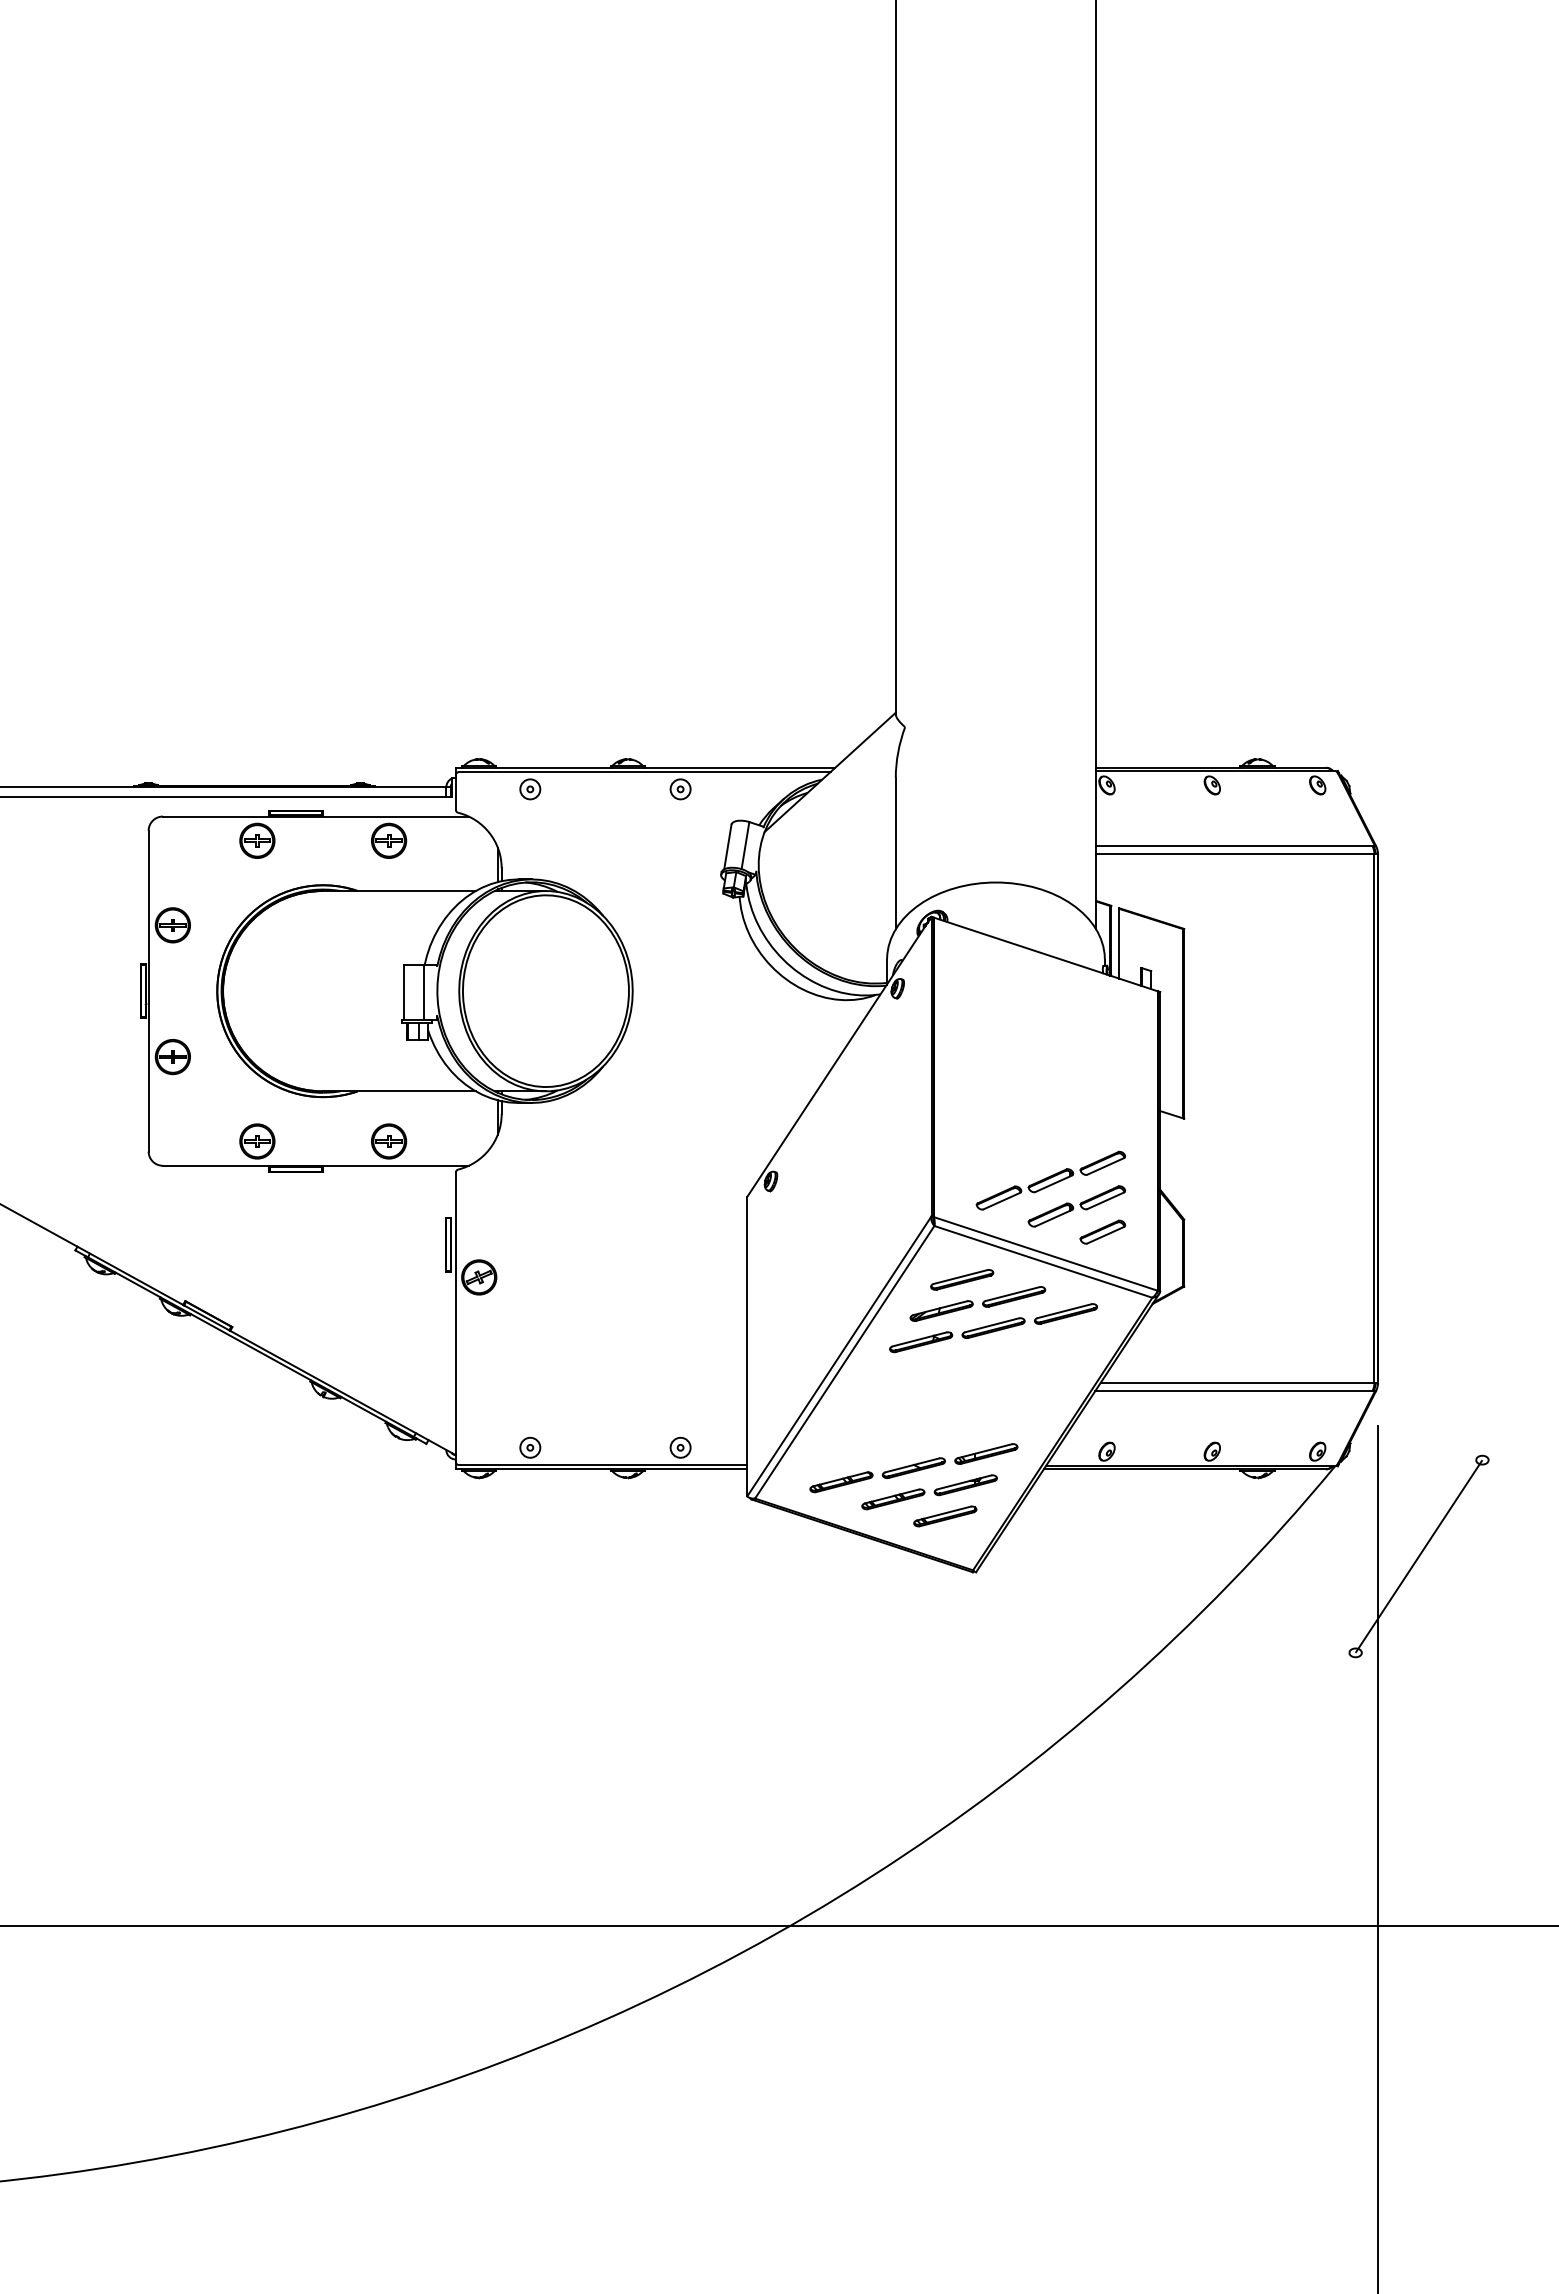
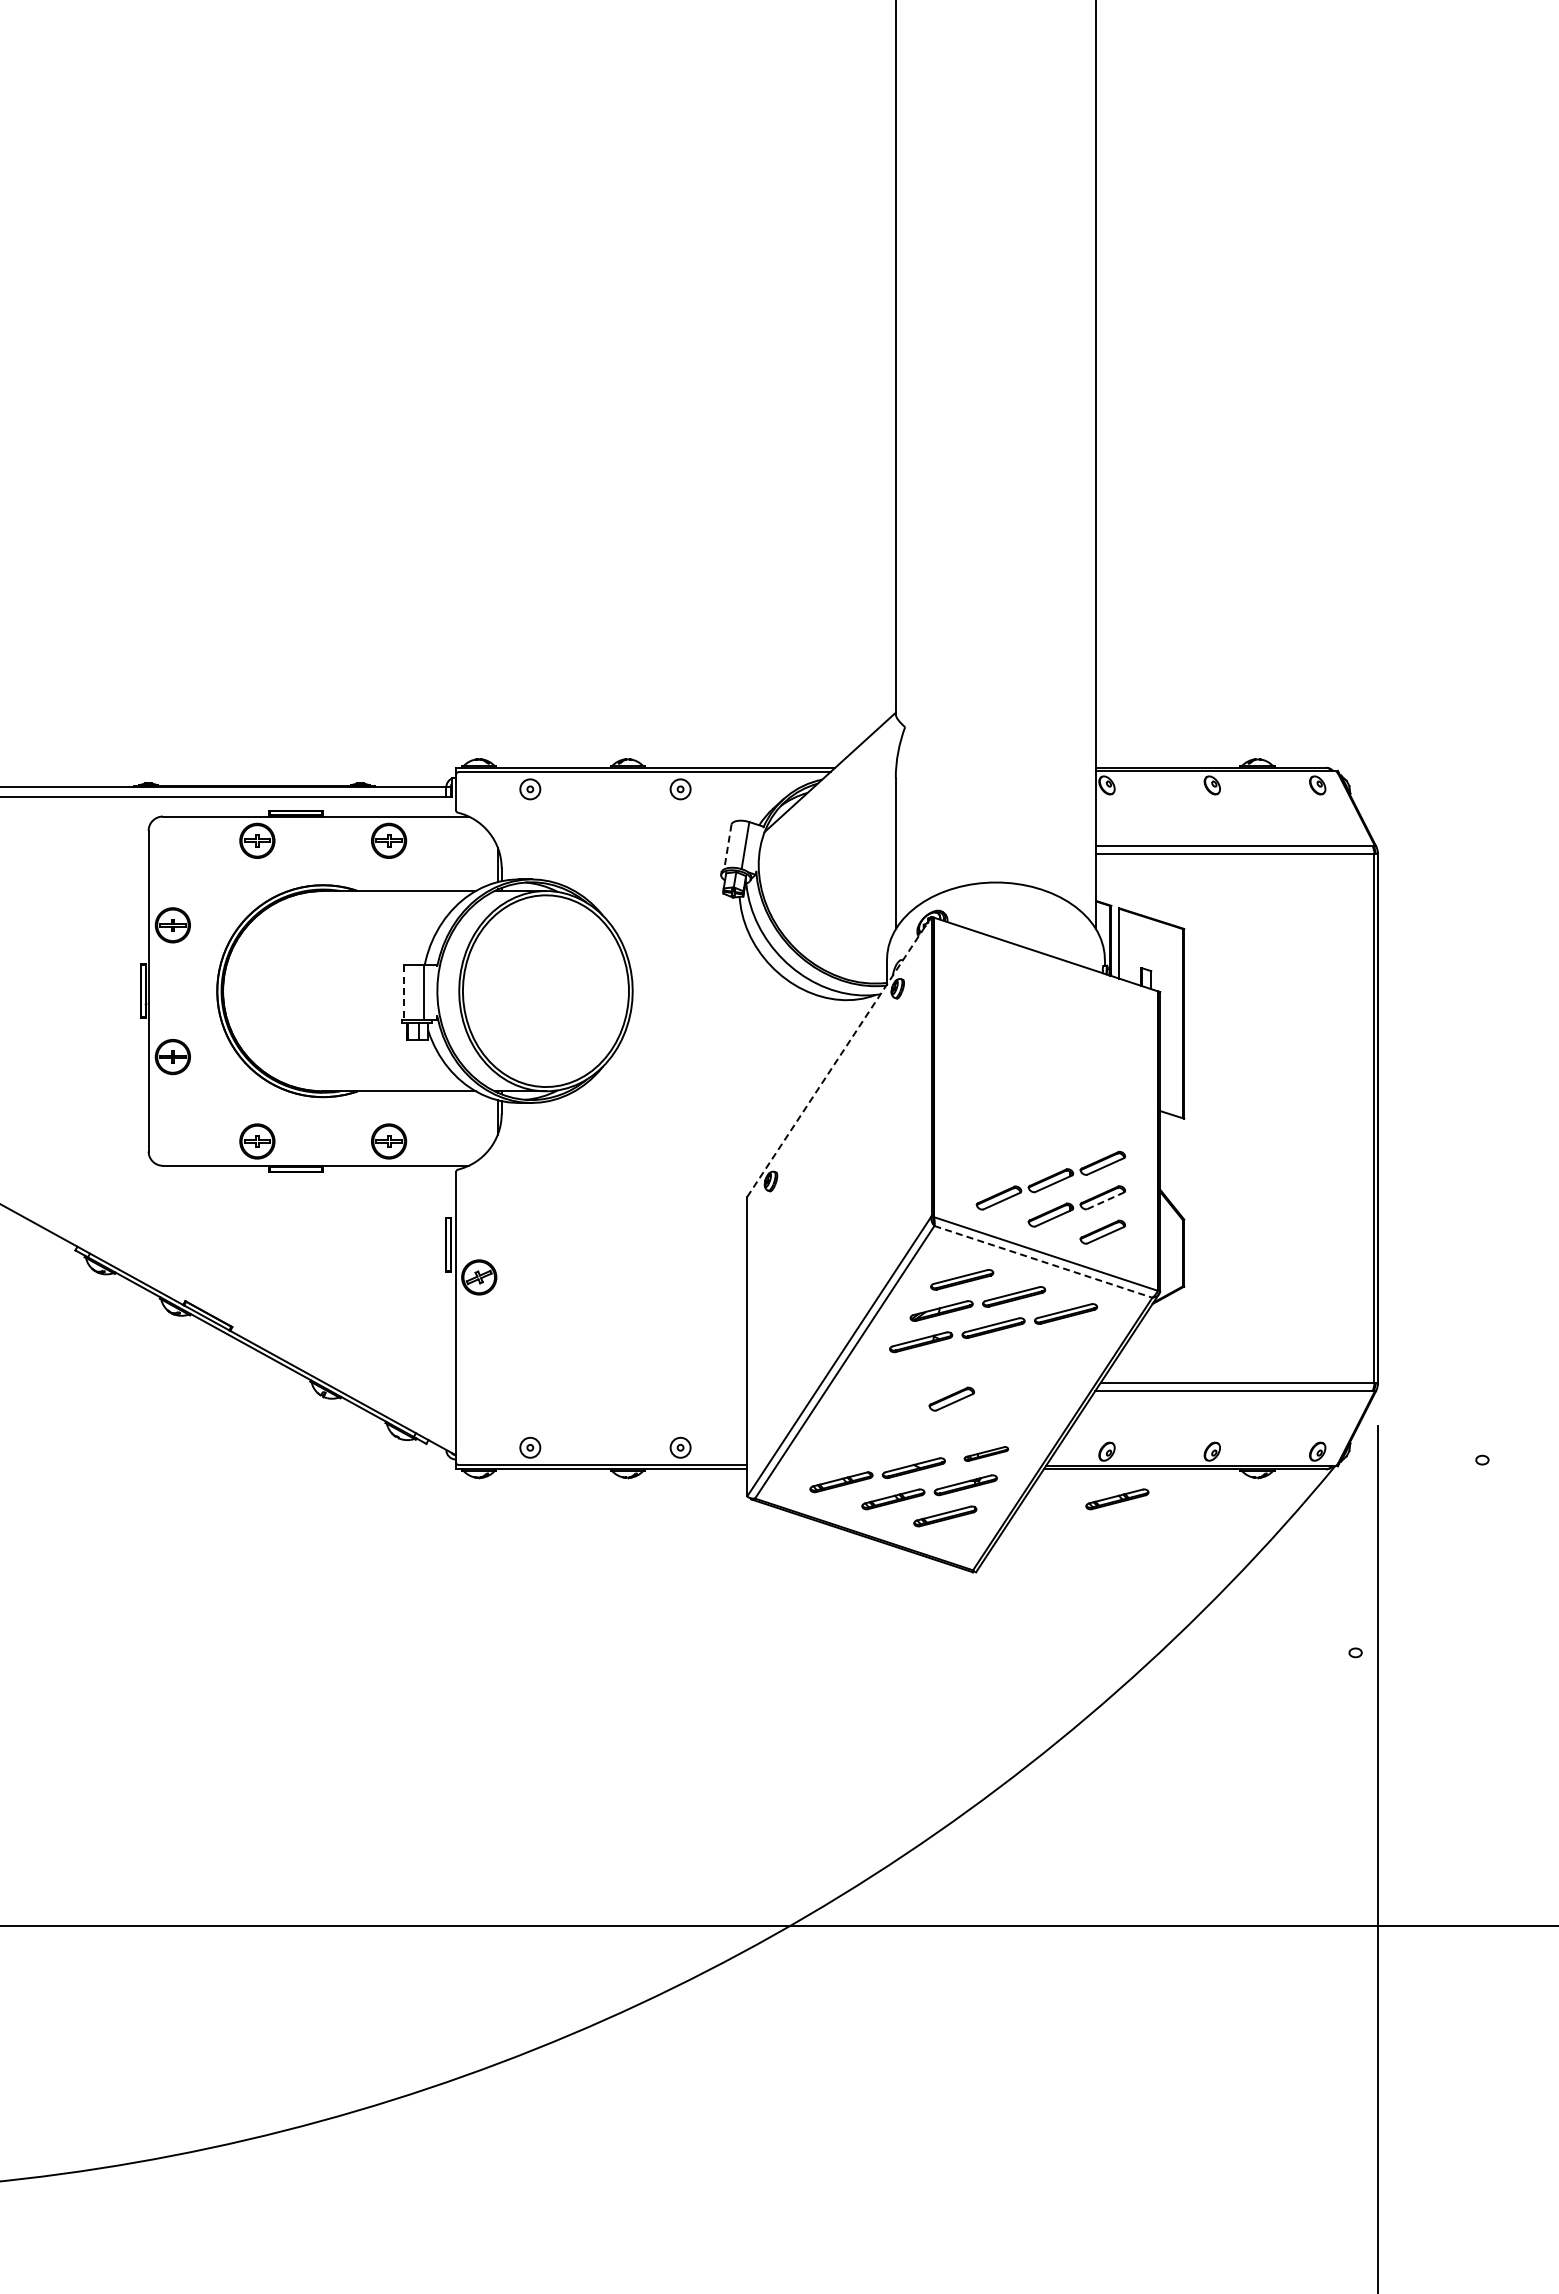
line at (727, 846): solid -> dashed
line at (404, 993): solid -> dashed
line at (839, 1056): solid -> dashed
line at (1106, 1200): solid -> dashed
line at (1043, 1261): solid -> dashed
part at (951, 1398): none -> present
part at (986, 1453) size: 65x22 px -> 47x16 px
part at (1117, 1499): none -> present
line at (1418, 1556): present -> none
